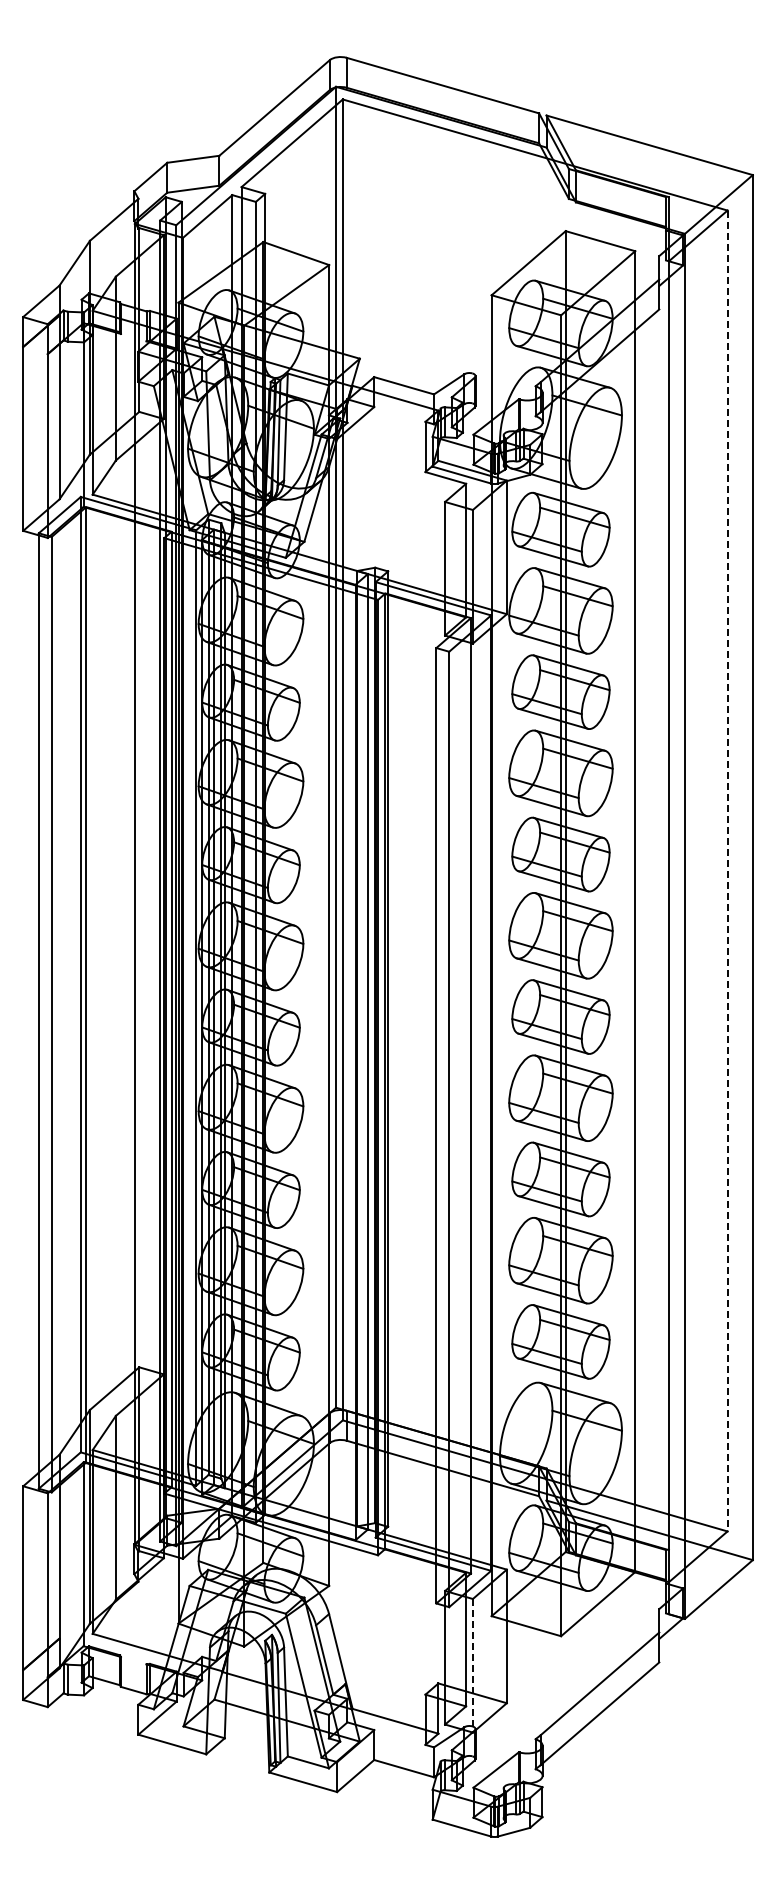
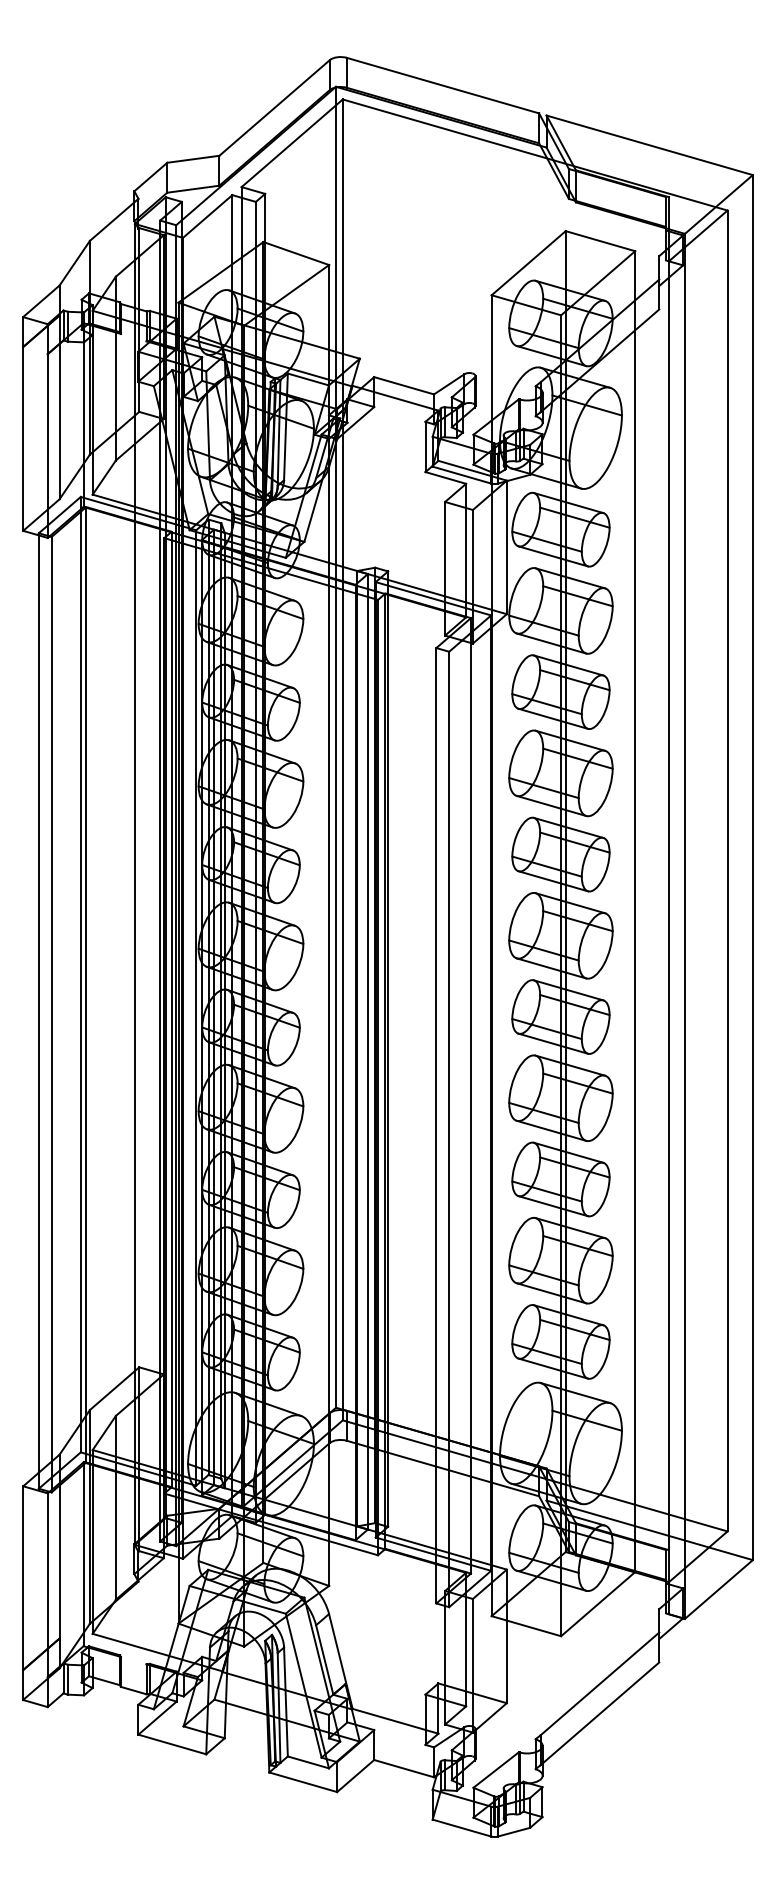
line at (727, 871): dashed -> solid
line at (472, 1665): dashed -> solid
